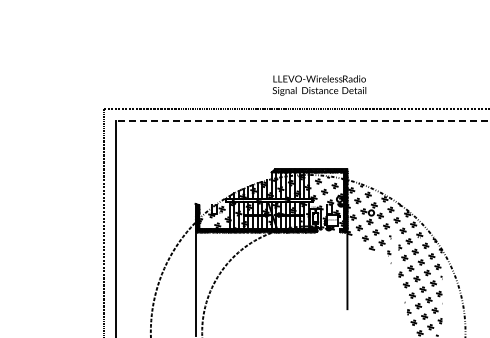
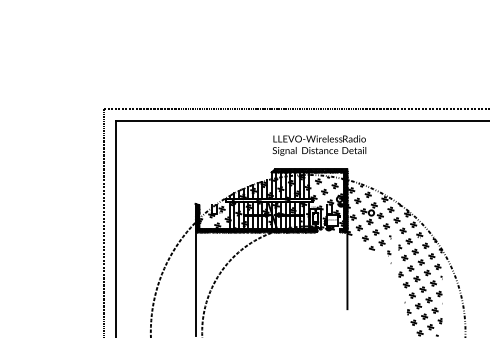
text at (319, 85) position: (319, 85) -> (319, 145)
line at (302, 121): dashed -> solid
